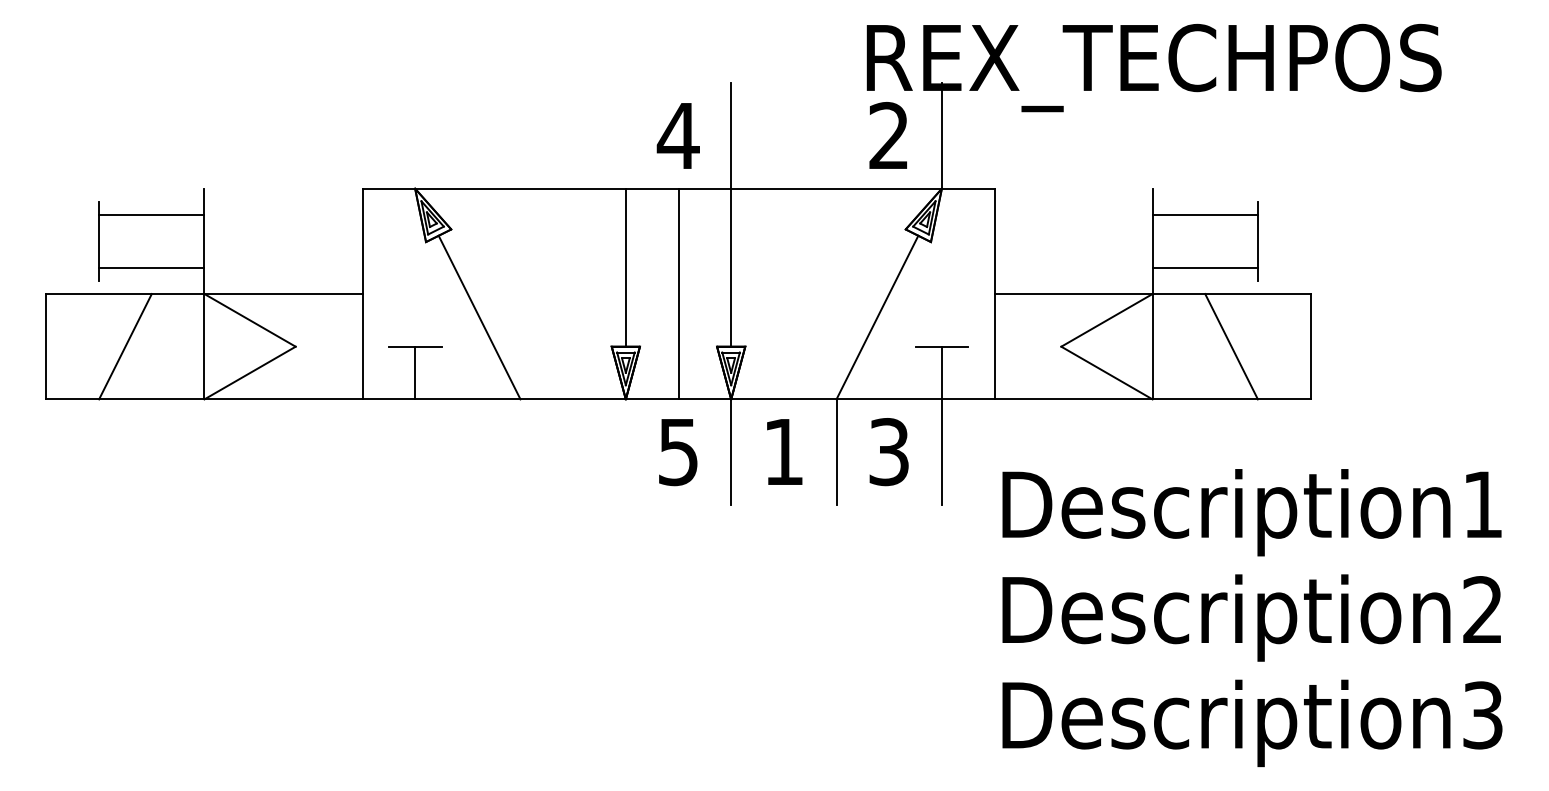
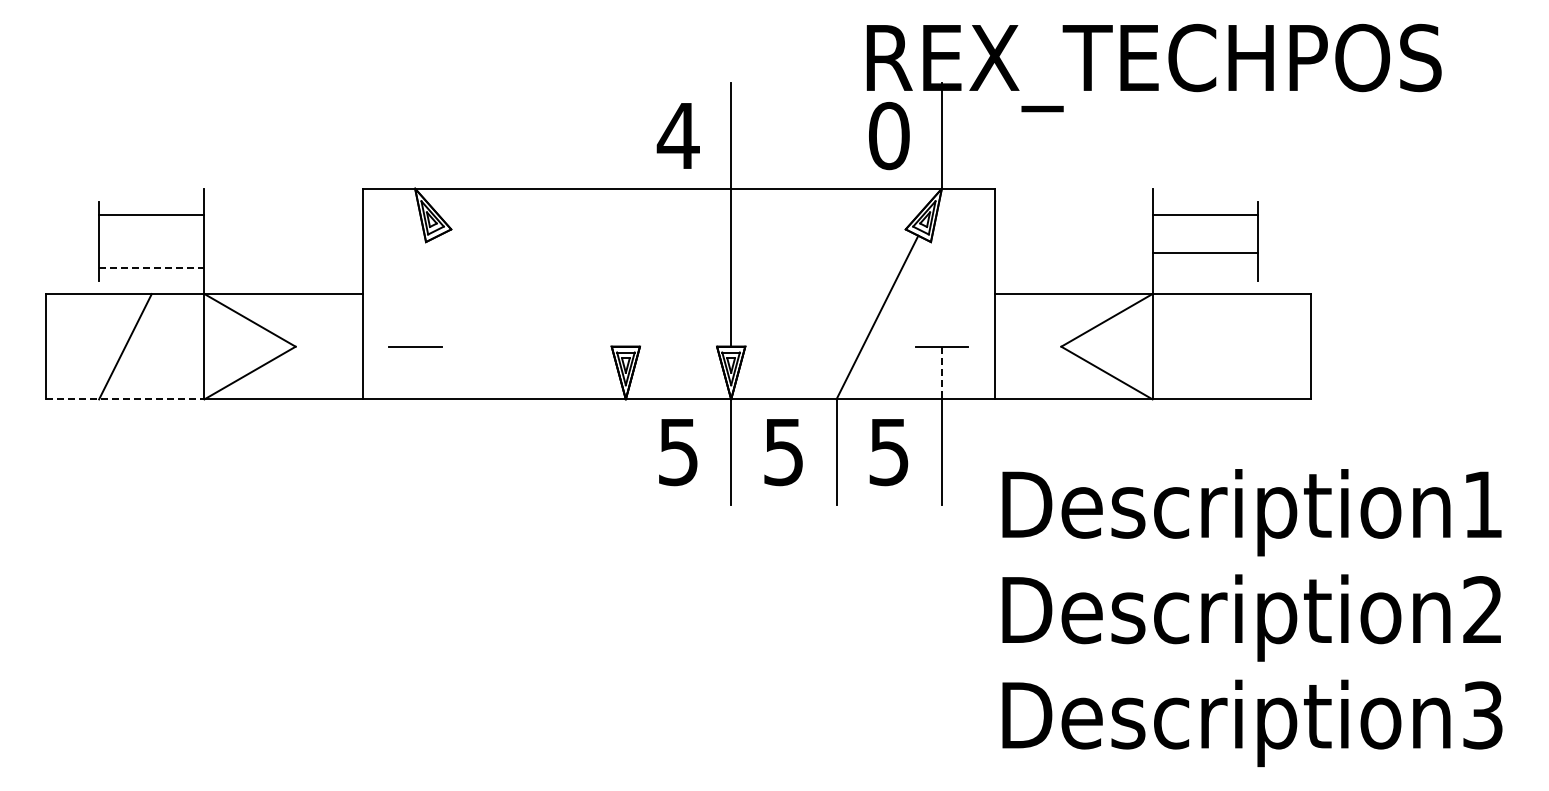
text at (889, 135): 2 -> 0
line at (151, 267): solid -> dashed
line at (625, 267): present -> none
line at (1204, 267) position: (1204, 267) -> (1204, 252)
line at (678, 293): present -> none
line at (479, 317): present -> none
line at (1231, 346): present -> none
line at (415, 372): present -> none
line at (941, 373): solid -> dashed
line at (125, 399): solid -> dashed
text at (889, 451): 3 -> 5
text at (783, 452): 1 -> 5
